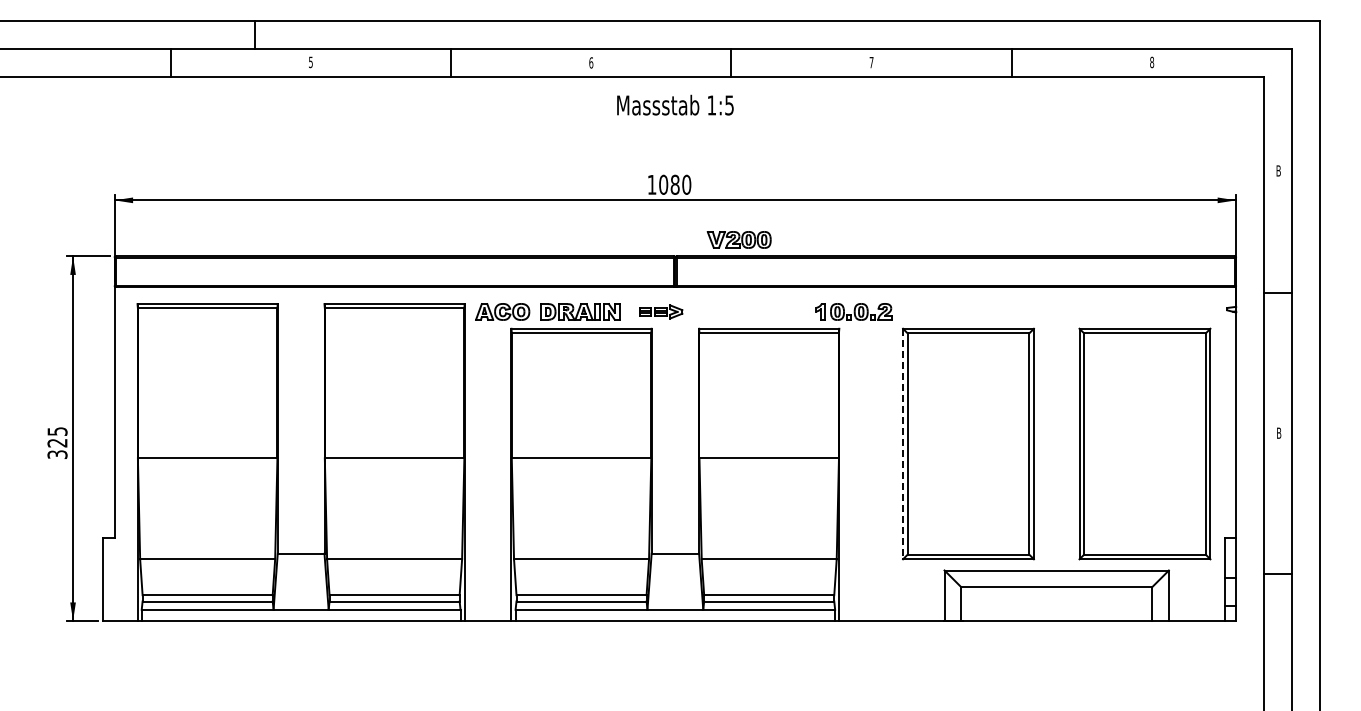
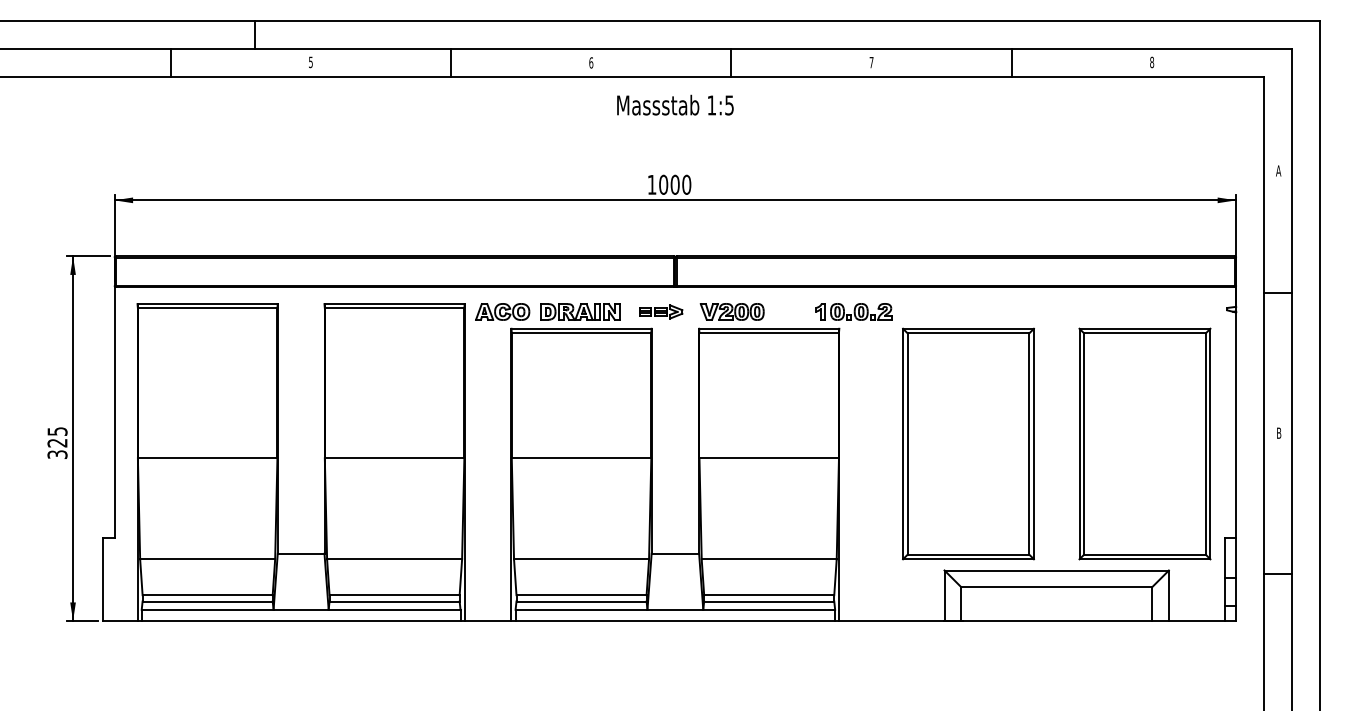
text at (1278, 170): B -> A
text at (674, 184): 1080 -> 1000
part at (738, 239) position: (738, 239) -> (731, 311)
line at (903, 444): dashed -> solid
